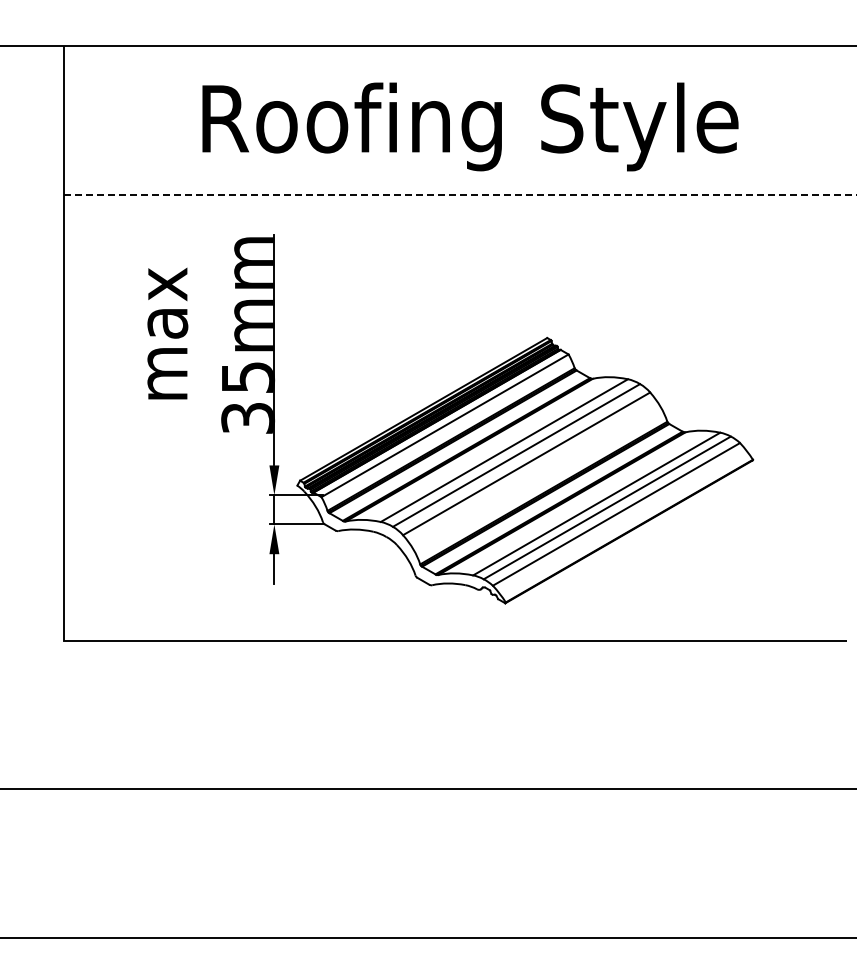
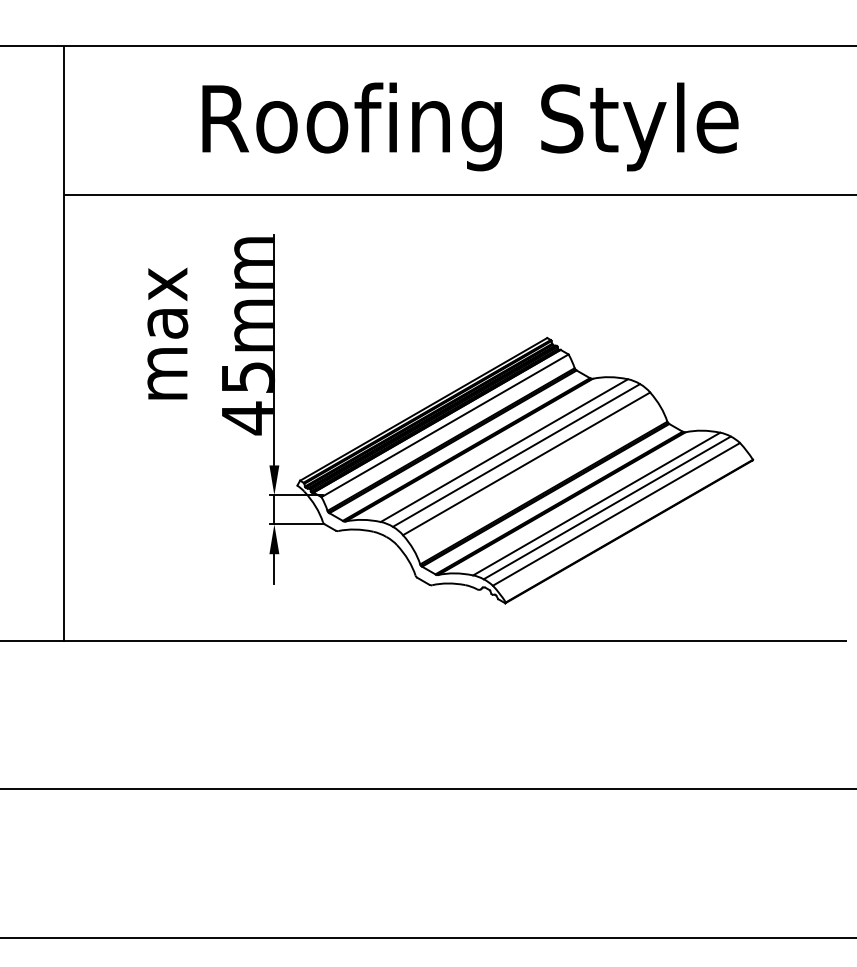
line at (460, 194): dashed -> solid
text at (248, 418): 35mm -> 45mm
line at (33, 640): none -> present
